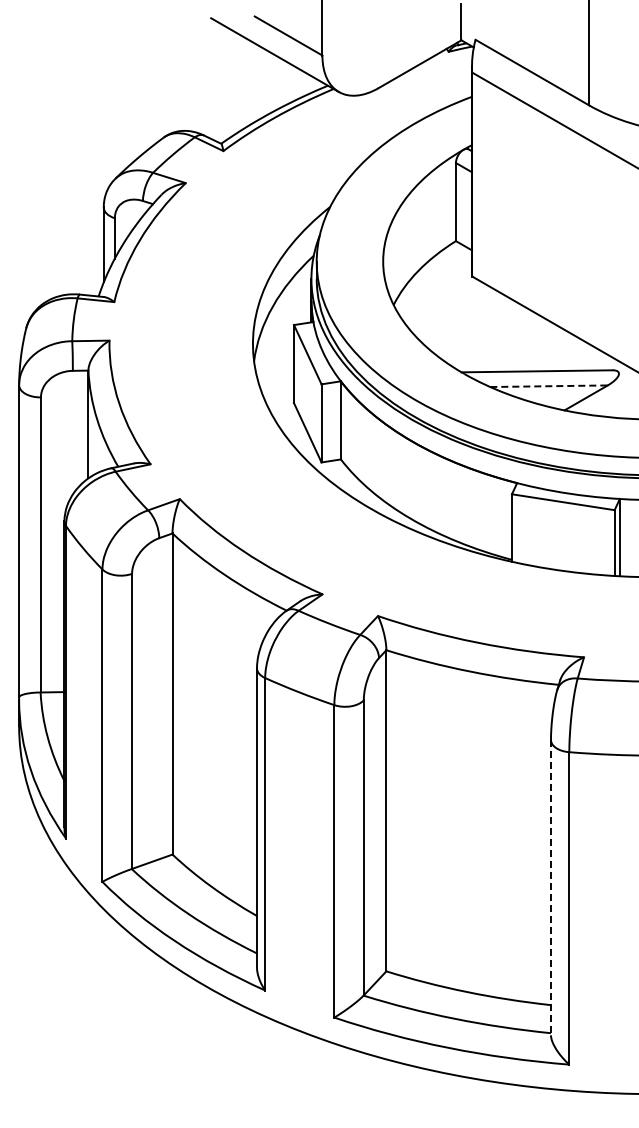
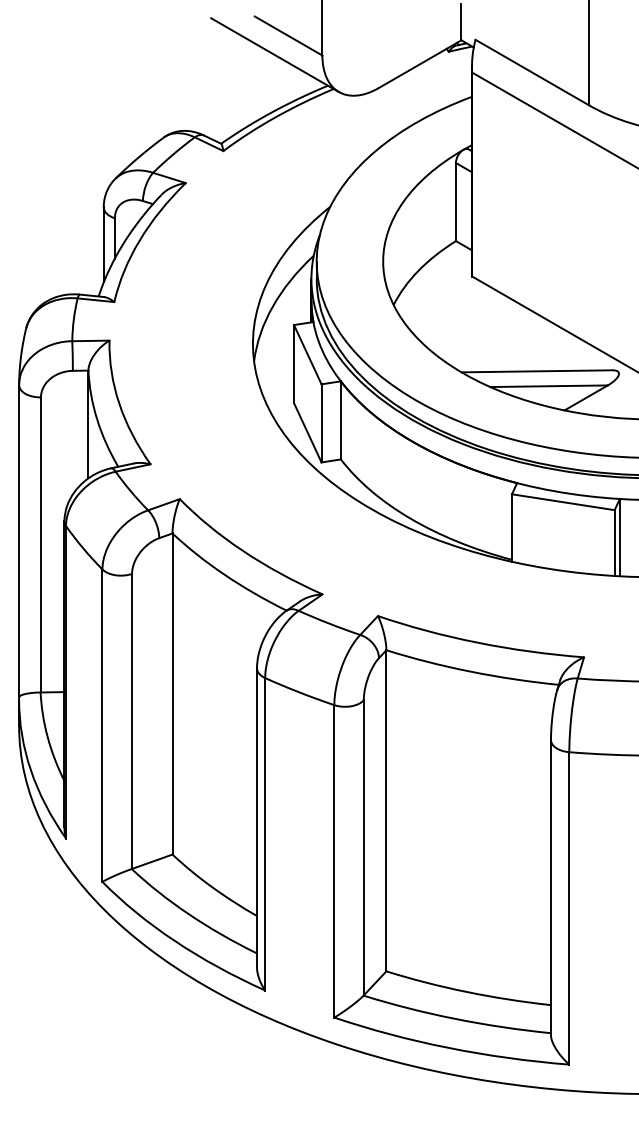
line at (549, 386): dashed -> solid
line at (550, 887): dashed -> solid
